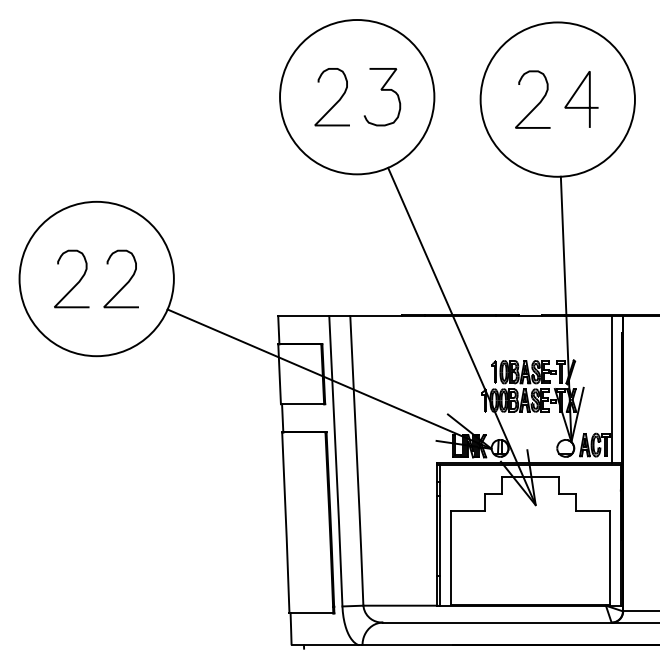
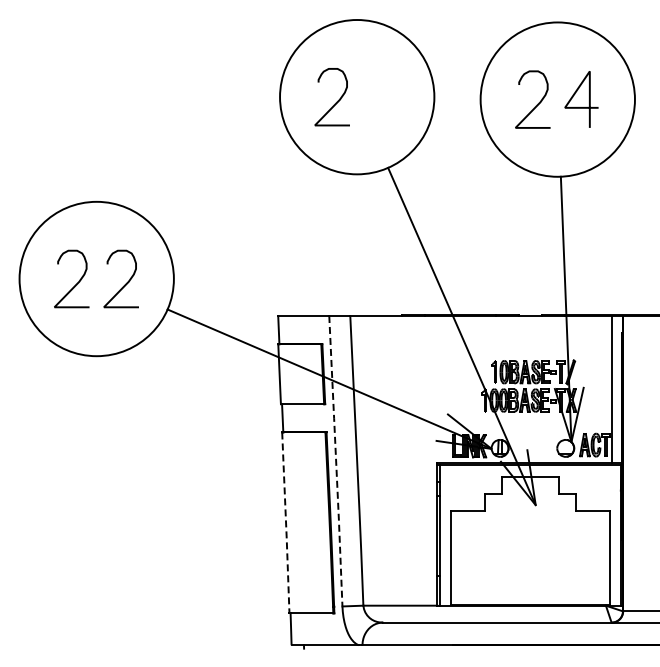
curve at (382, 90): present -> none
line at (336, 461): solid -> dashed
line at (286, 524): solid -> dashed
